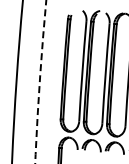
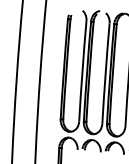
arc at (39, 82): dashed -> solid
